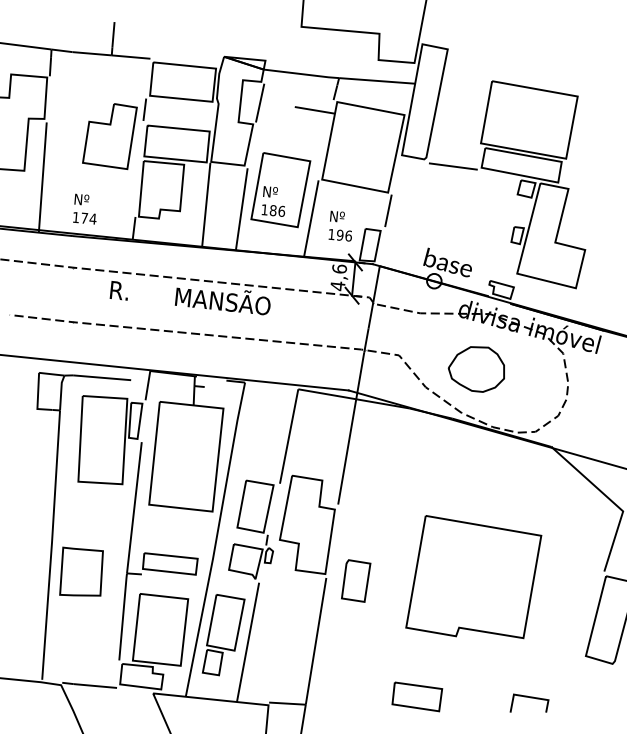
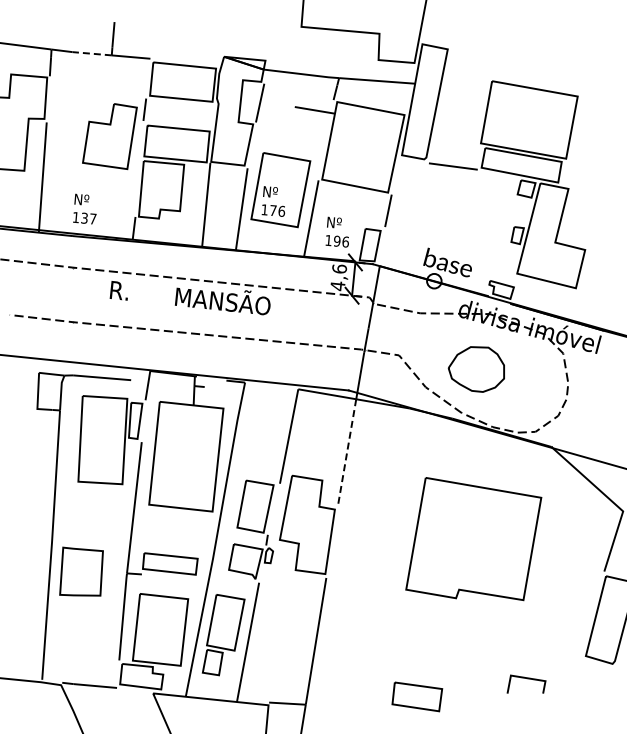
line at (92, 53): solid -> dashed
text at (272, 210): 186 -> 176
text at (88, 218): 174 -> 137
text at (339, 225) position: (339, 225) -> (336, 231)
line at (347, 452): solid -> dashed
part at (473, 577) position: (473, 577) -> (473, 539)
part at (356, 580): present -> none
line at (530, 698) position: (530, 698) -> (527, 679)
